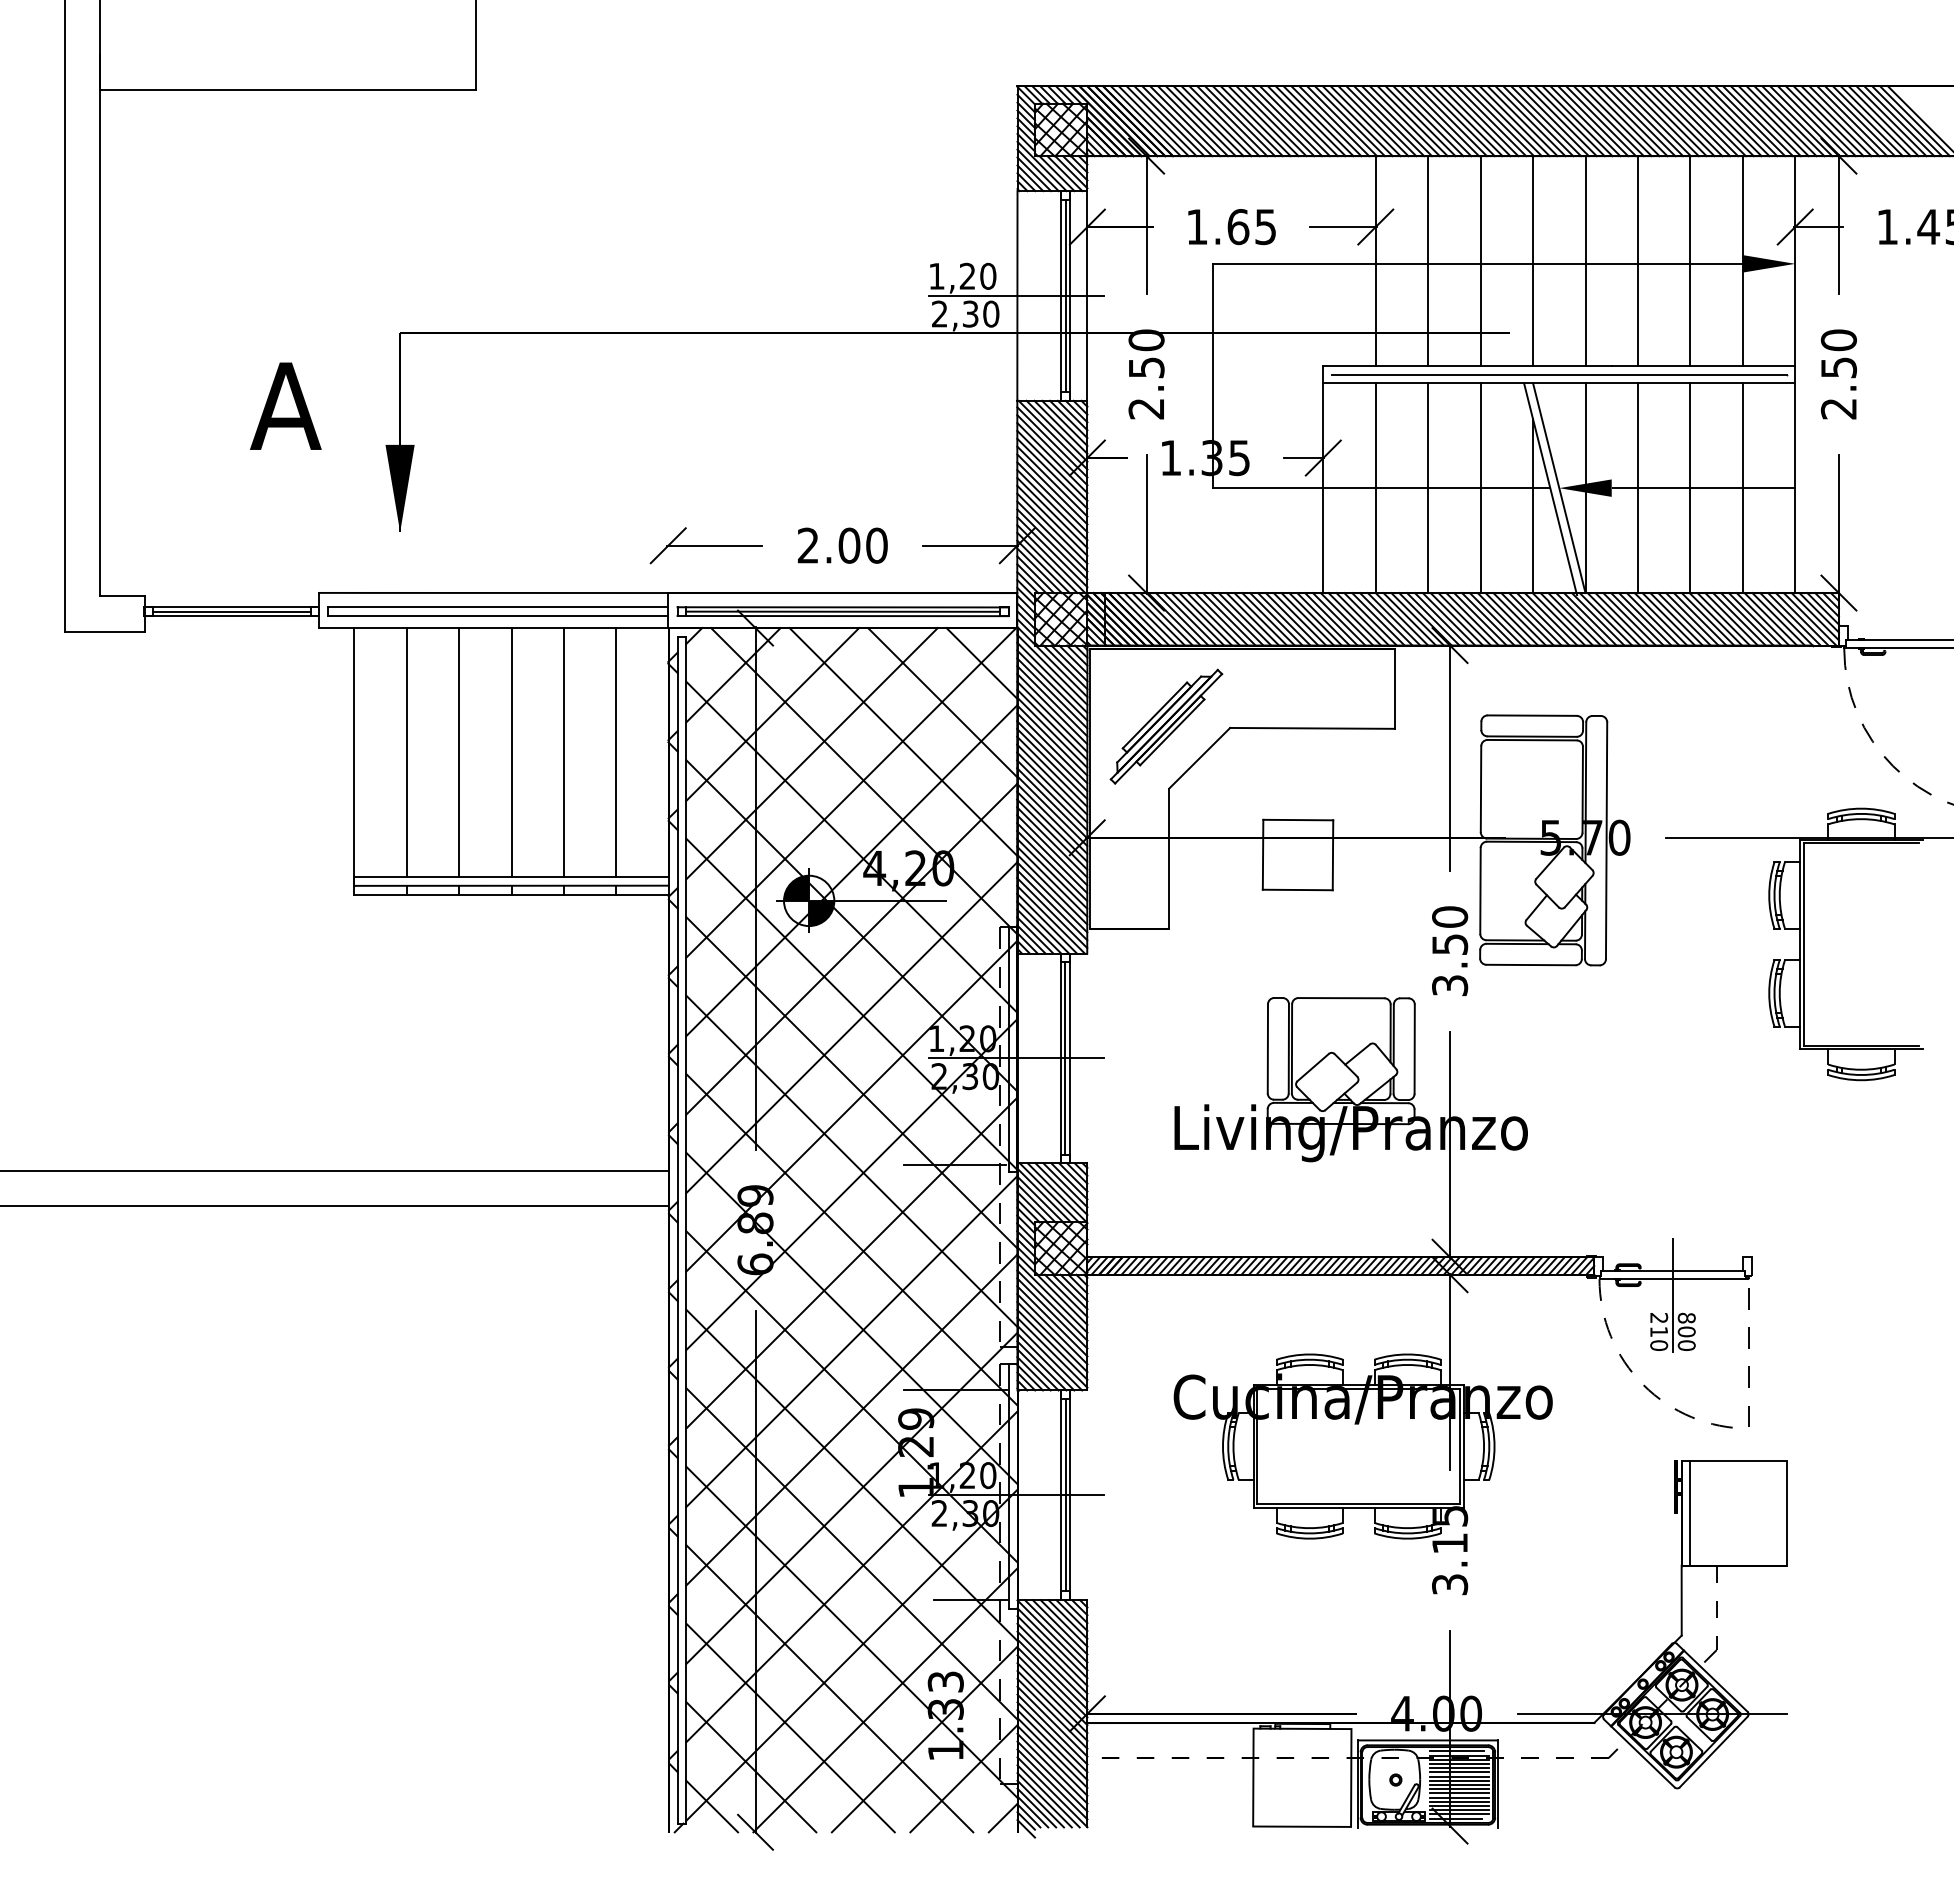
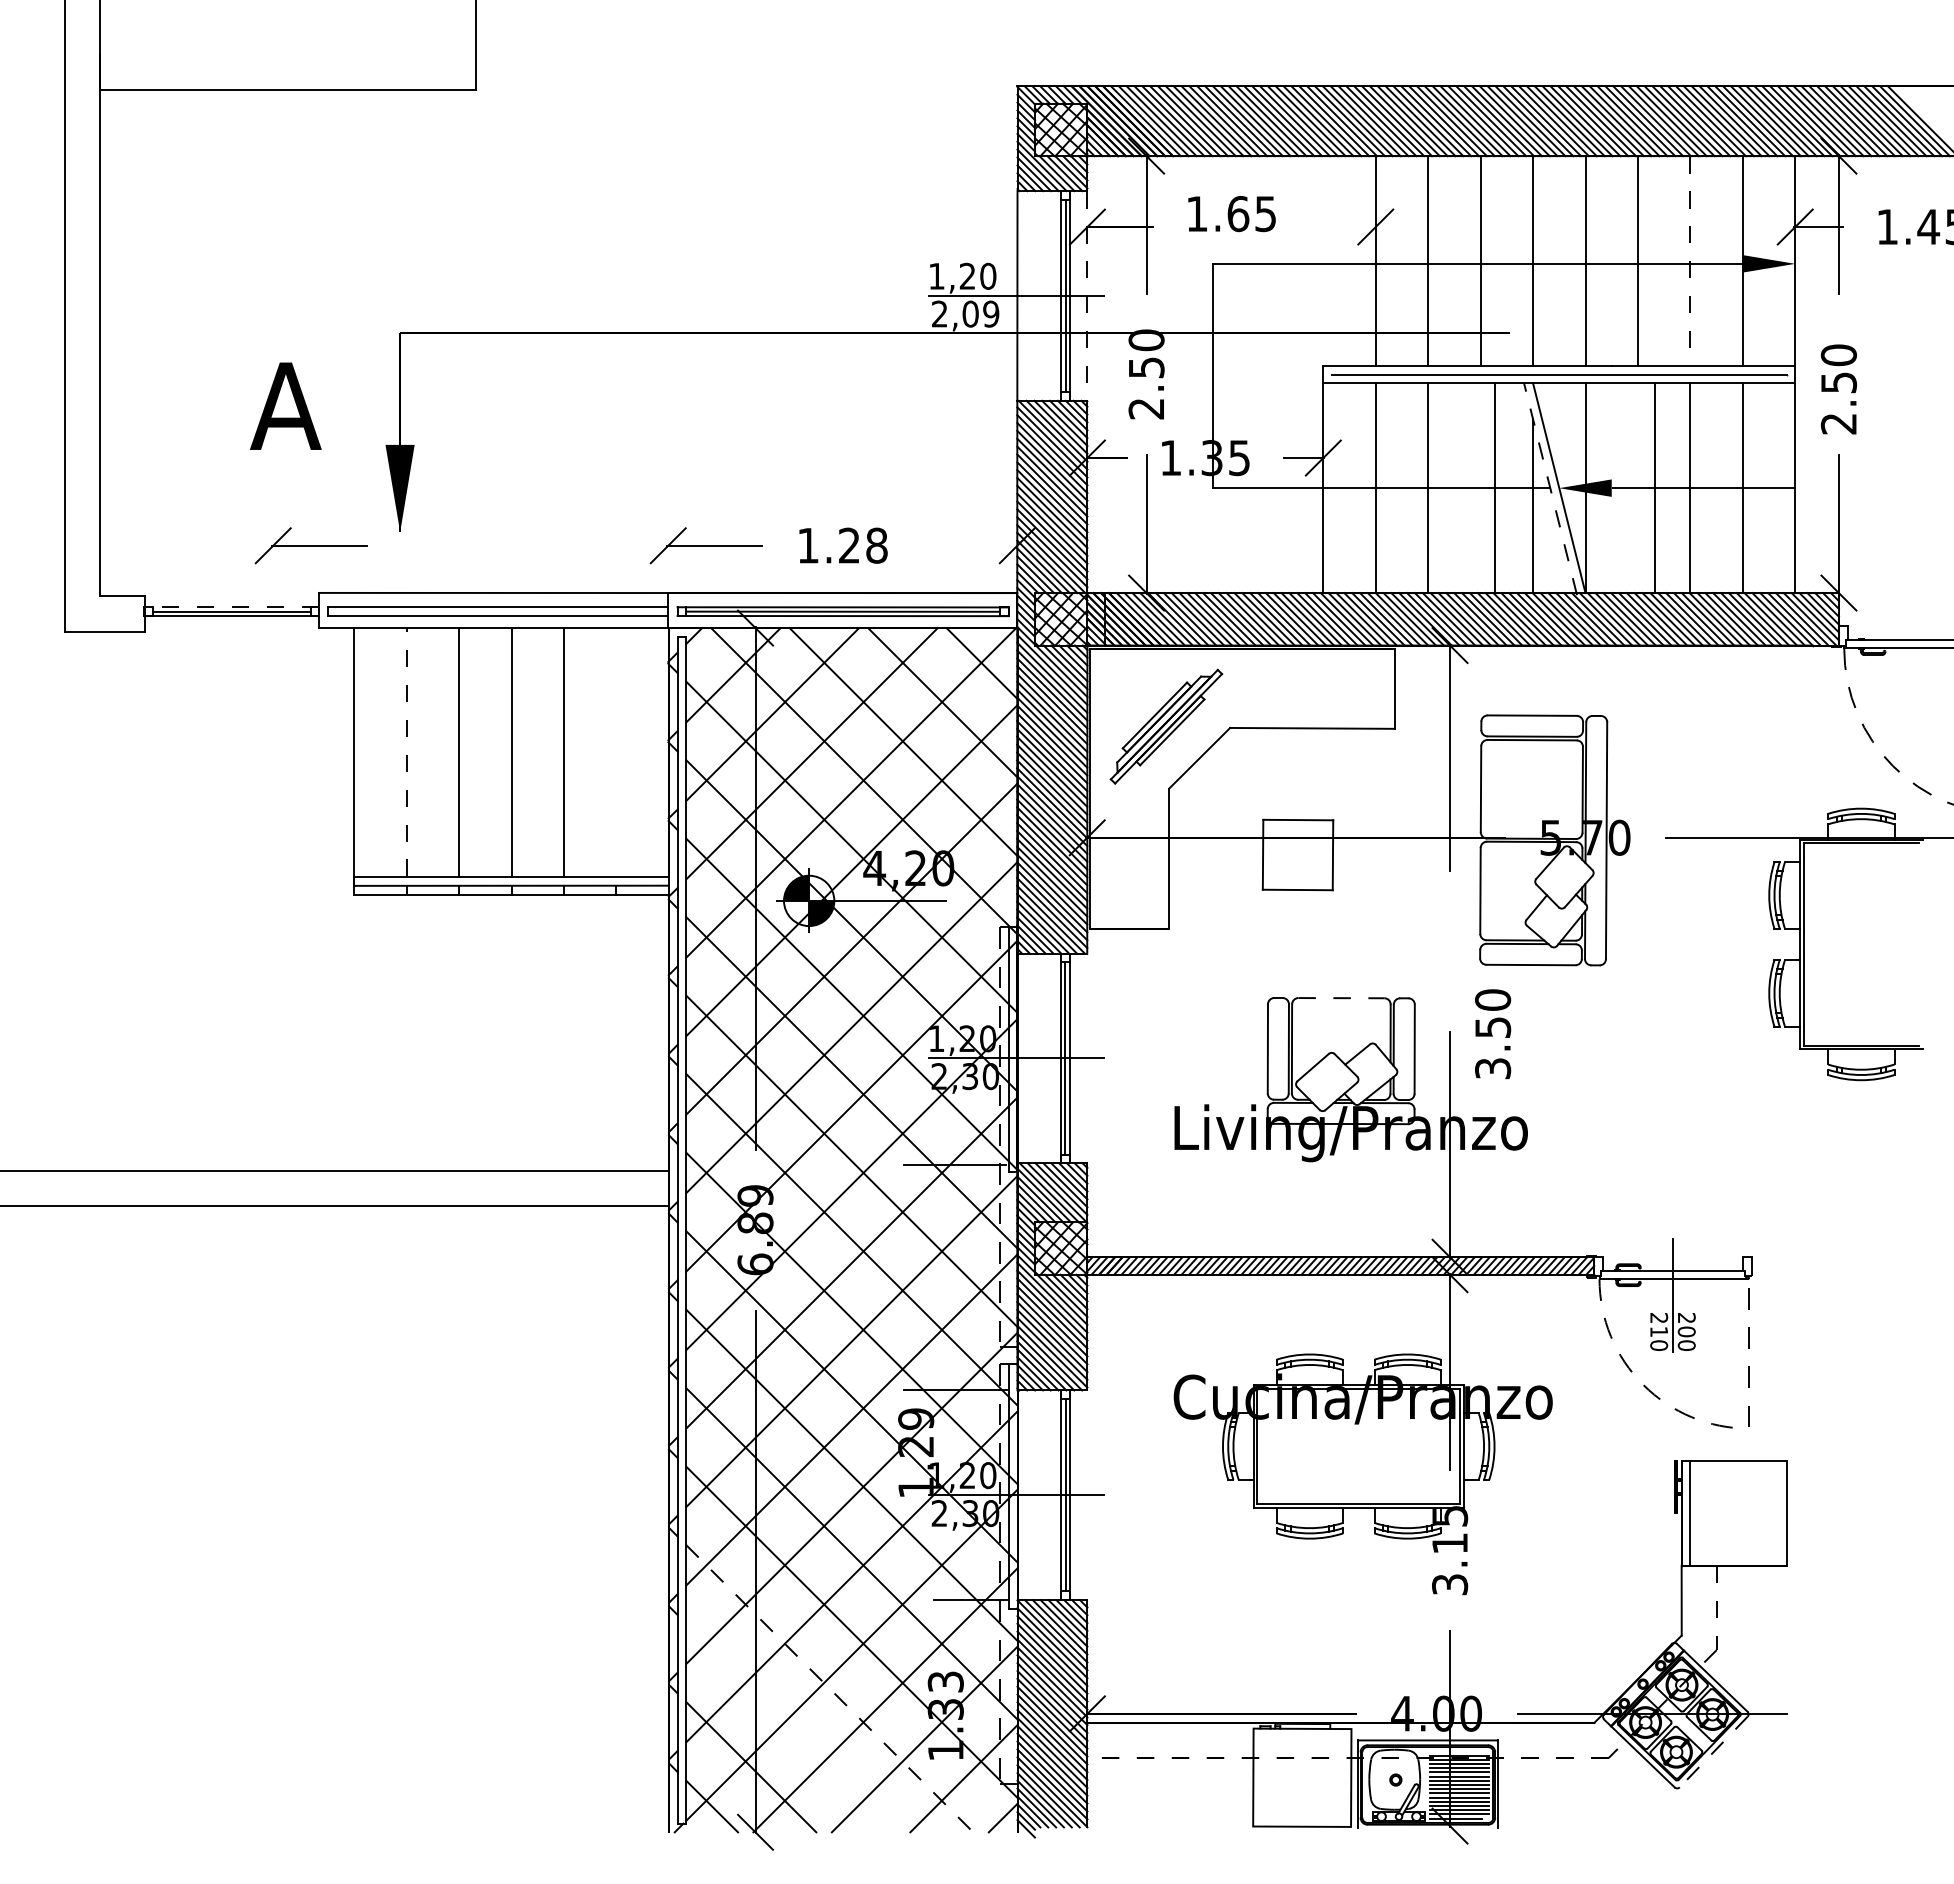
text at (1231, 227) position: (1231, 227) -> (1231, 214)
line at (1343, 227): present -> none
line at (1690, 260): solid -> dashed
line at (1087, 295): solid -> dashed
text at (980, 313): 2,30 -> 2,09
text at (1838, 374) position: (1838, 374) -> (1838, 389)
line at (1480, 488) position: (1480, 488) -> (1494, 488)
line at (1550, 488): solid -> dashed
line at (1637, 488) position: (1637, 488) -> (1654, 488)
part at (310, 545): none -> present
text at (842, 545): 2.00 -> 1.28
line at (970, 545): present -> none
line at (231, 607): solid -> dashed
line at (406, 752): solid -> dashed
line at (616, 752): present -> none
text at (1450, 951) position: (1450, 951) -> (1493, 1034)
line at (1341, 998): solid -> dashed
text at (1686, 1317): 800 -> 200
line at (829, 1688): solid -> dashed
line at (790, 1727): present -> none
line at (1457, 1751): present -> none
line at (1713, 1752): solid -> dashed
